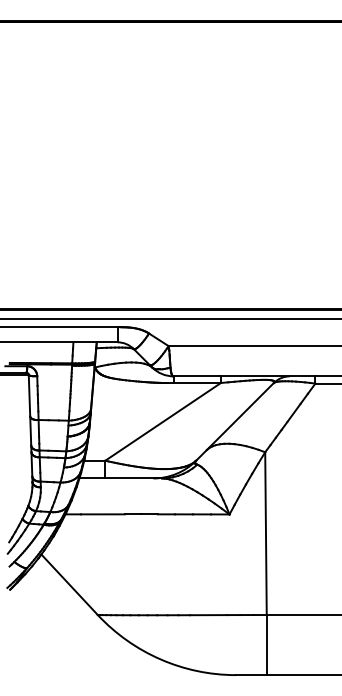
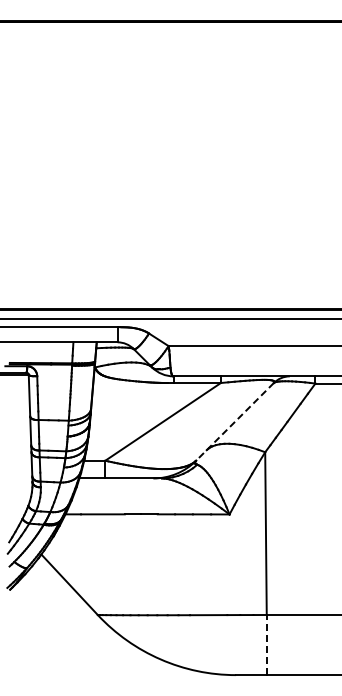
line at (235, 421): solid -> dashed
line at (266, 644): solid -> dashed
